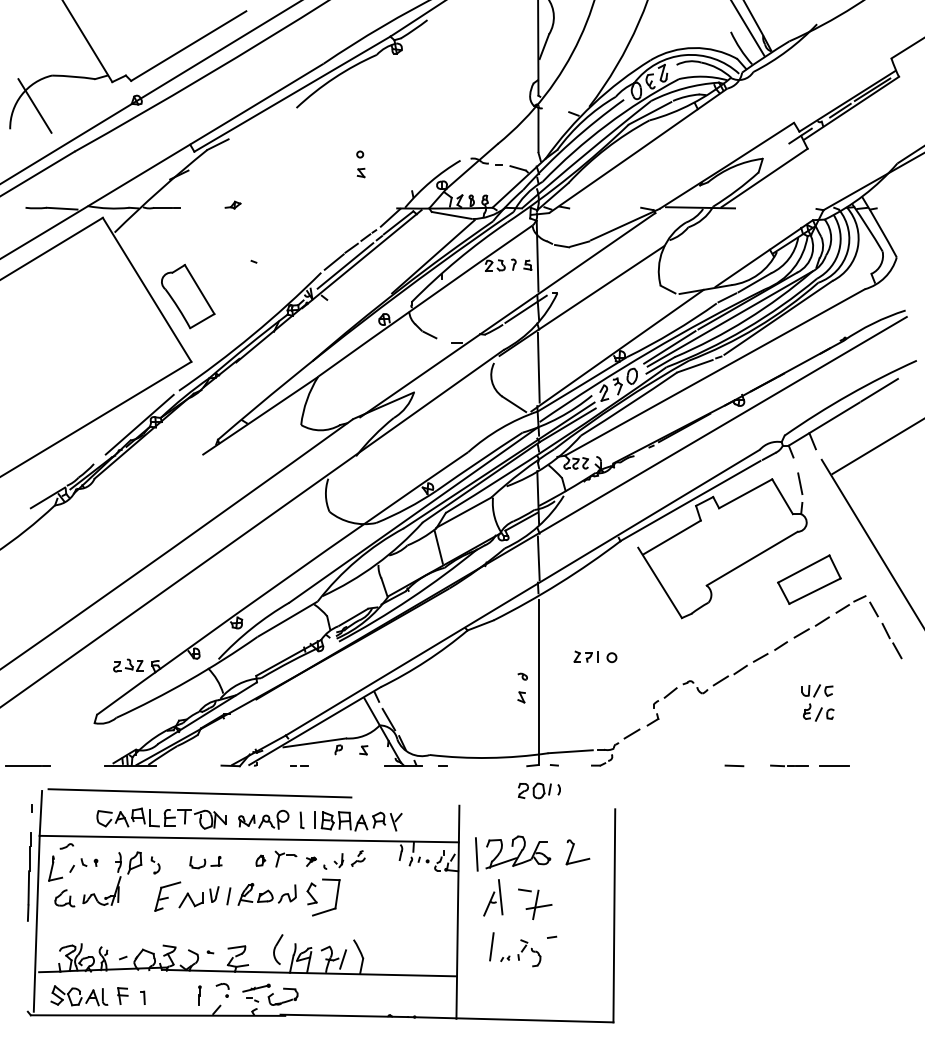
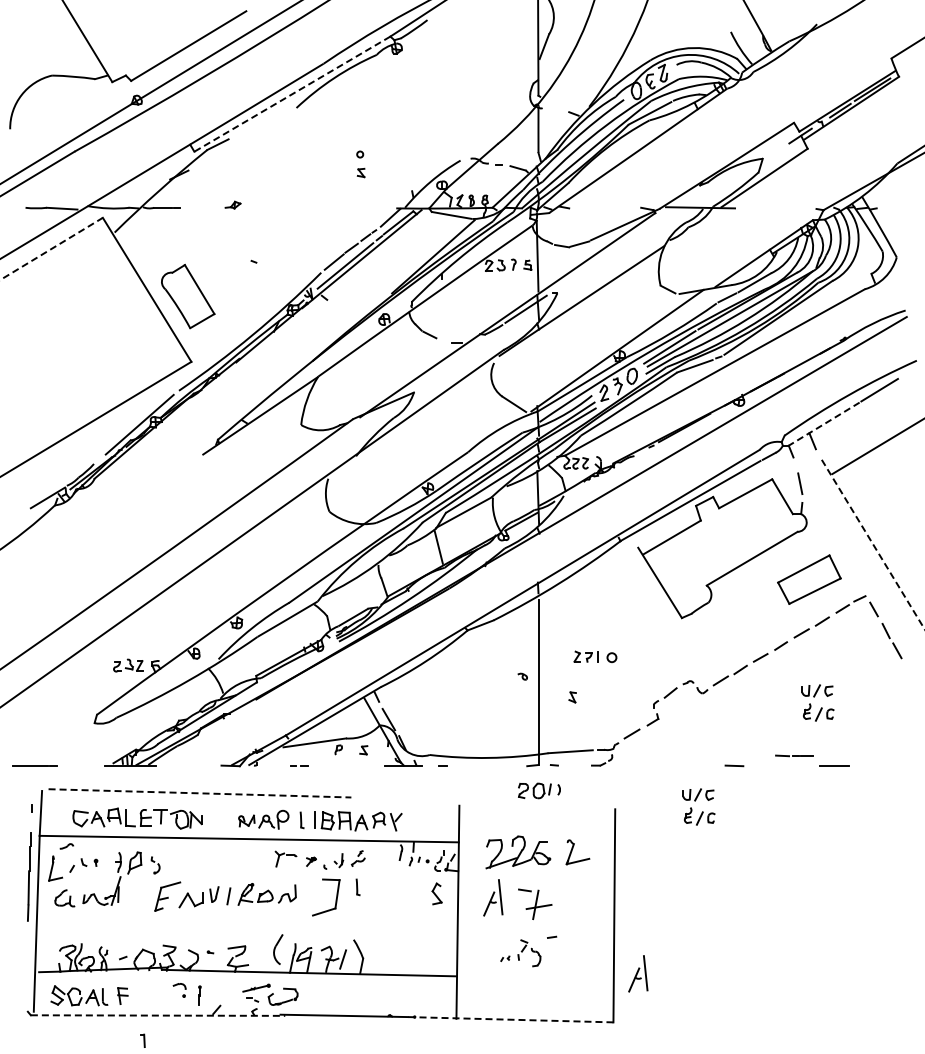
line at (748, 29): present -> none
line at (292, 94): solid -> dashed
line at (34, 105): present -> none
line at (51, 248): solid -> dashed
line at (538, 367): present -> none
line at (823, 424): solid -> dashed
line at (873, 545): solid -> dashed
line at (538, 558): present -> none
part at (521, 697) position: (521, 697) -> (572, 697)
line at (27, 765) position: (27, 765) -> (34, 765)
part at (789, 765) position: (789, 765) -> (794, 755)
line at (200, 793): solid -> dashed
part at (698, 806): none -> present
part at (161, 818) position: (161, 818) -> (137, 818)
line at (476, 854): present -> none
part at (260, 860): present -> none
part at (205, 862): present -> none
part at (357, 887): none -> present
part at (311, 893) position: (311, 893) -> (436, 893)
line at (491, 946): present -> none
part at (638, 973): none -> present
part at (222, 990) position: (222, 990) -> (179, 990)
part at (142, 997) position: (142, 997) -> (142, 1040)
line at (158, 1015): solid -> dashed
line at (510, 1019): solid -> dashed
